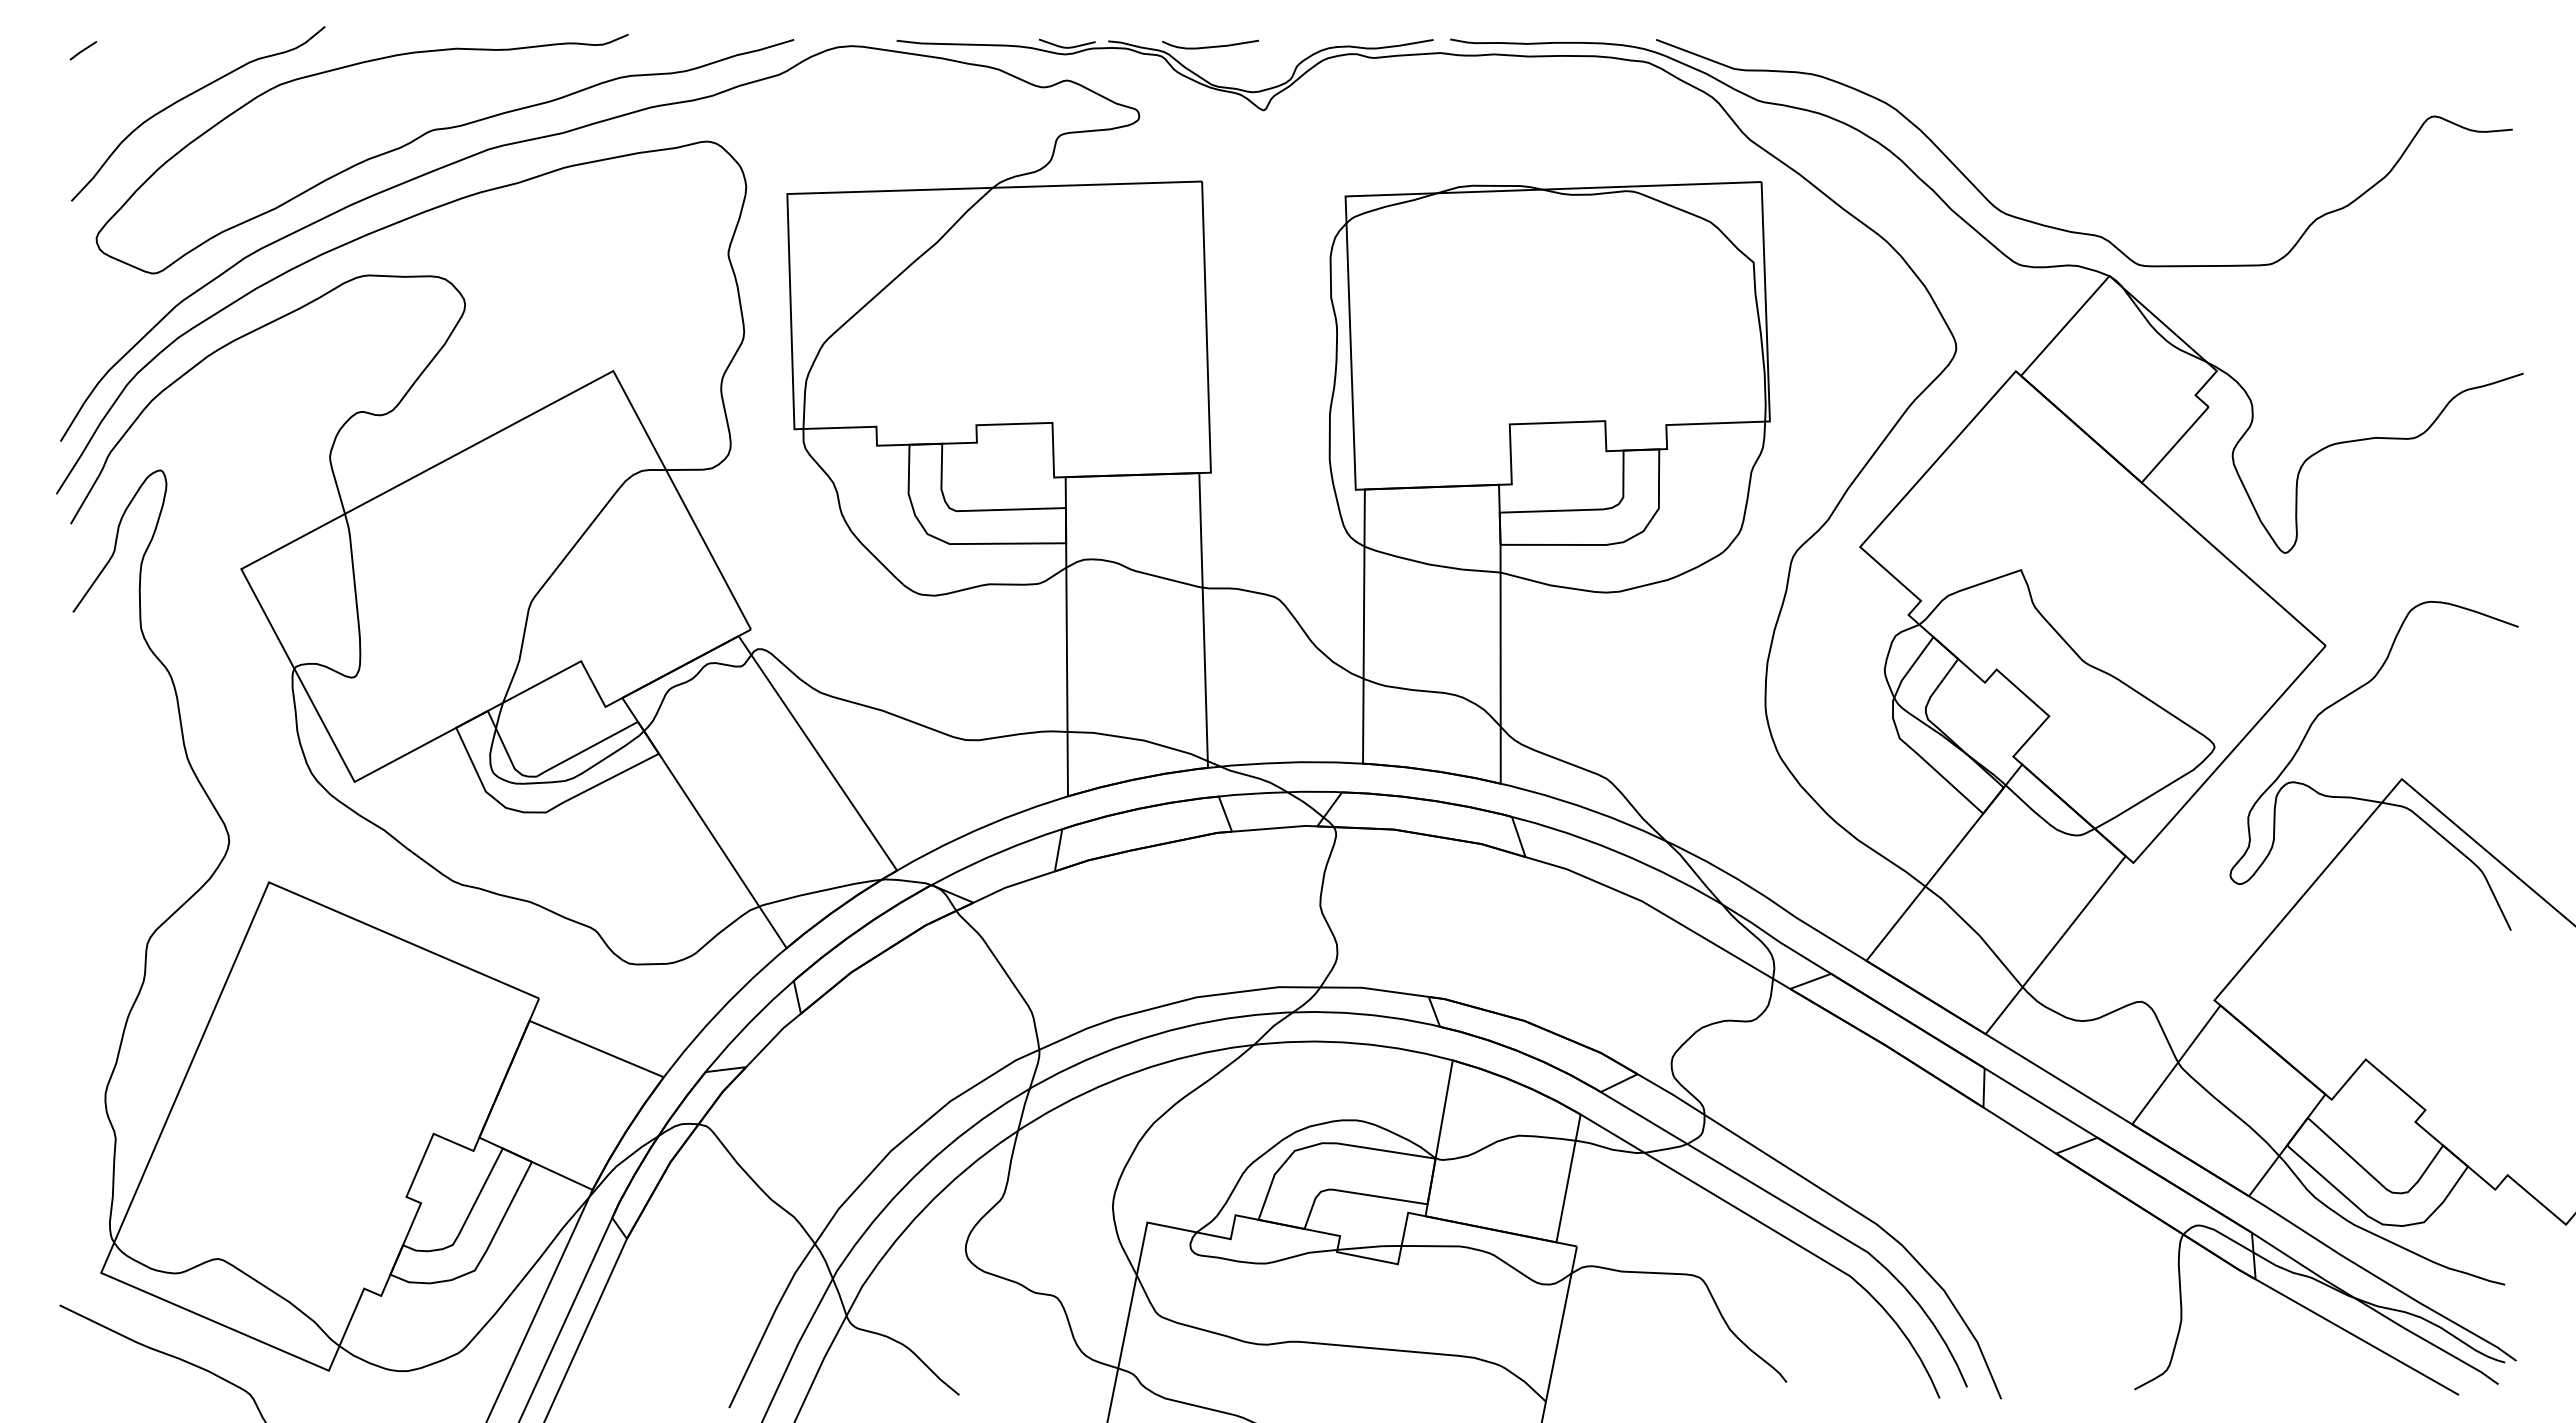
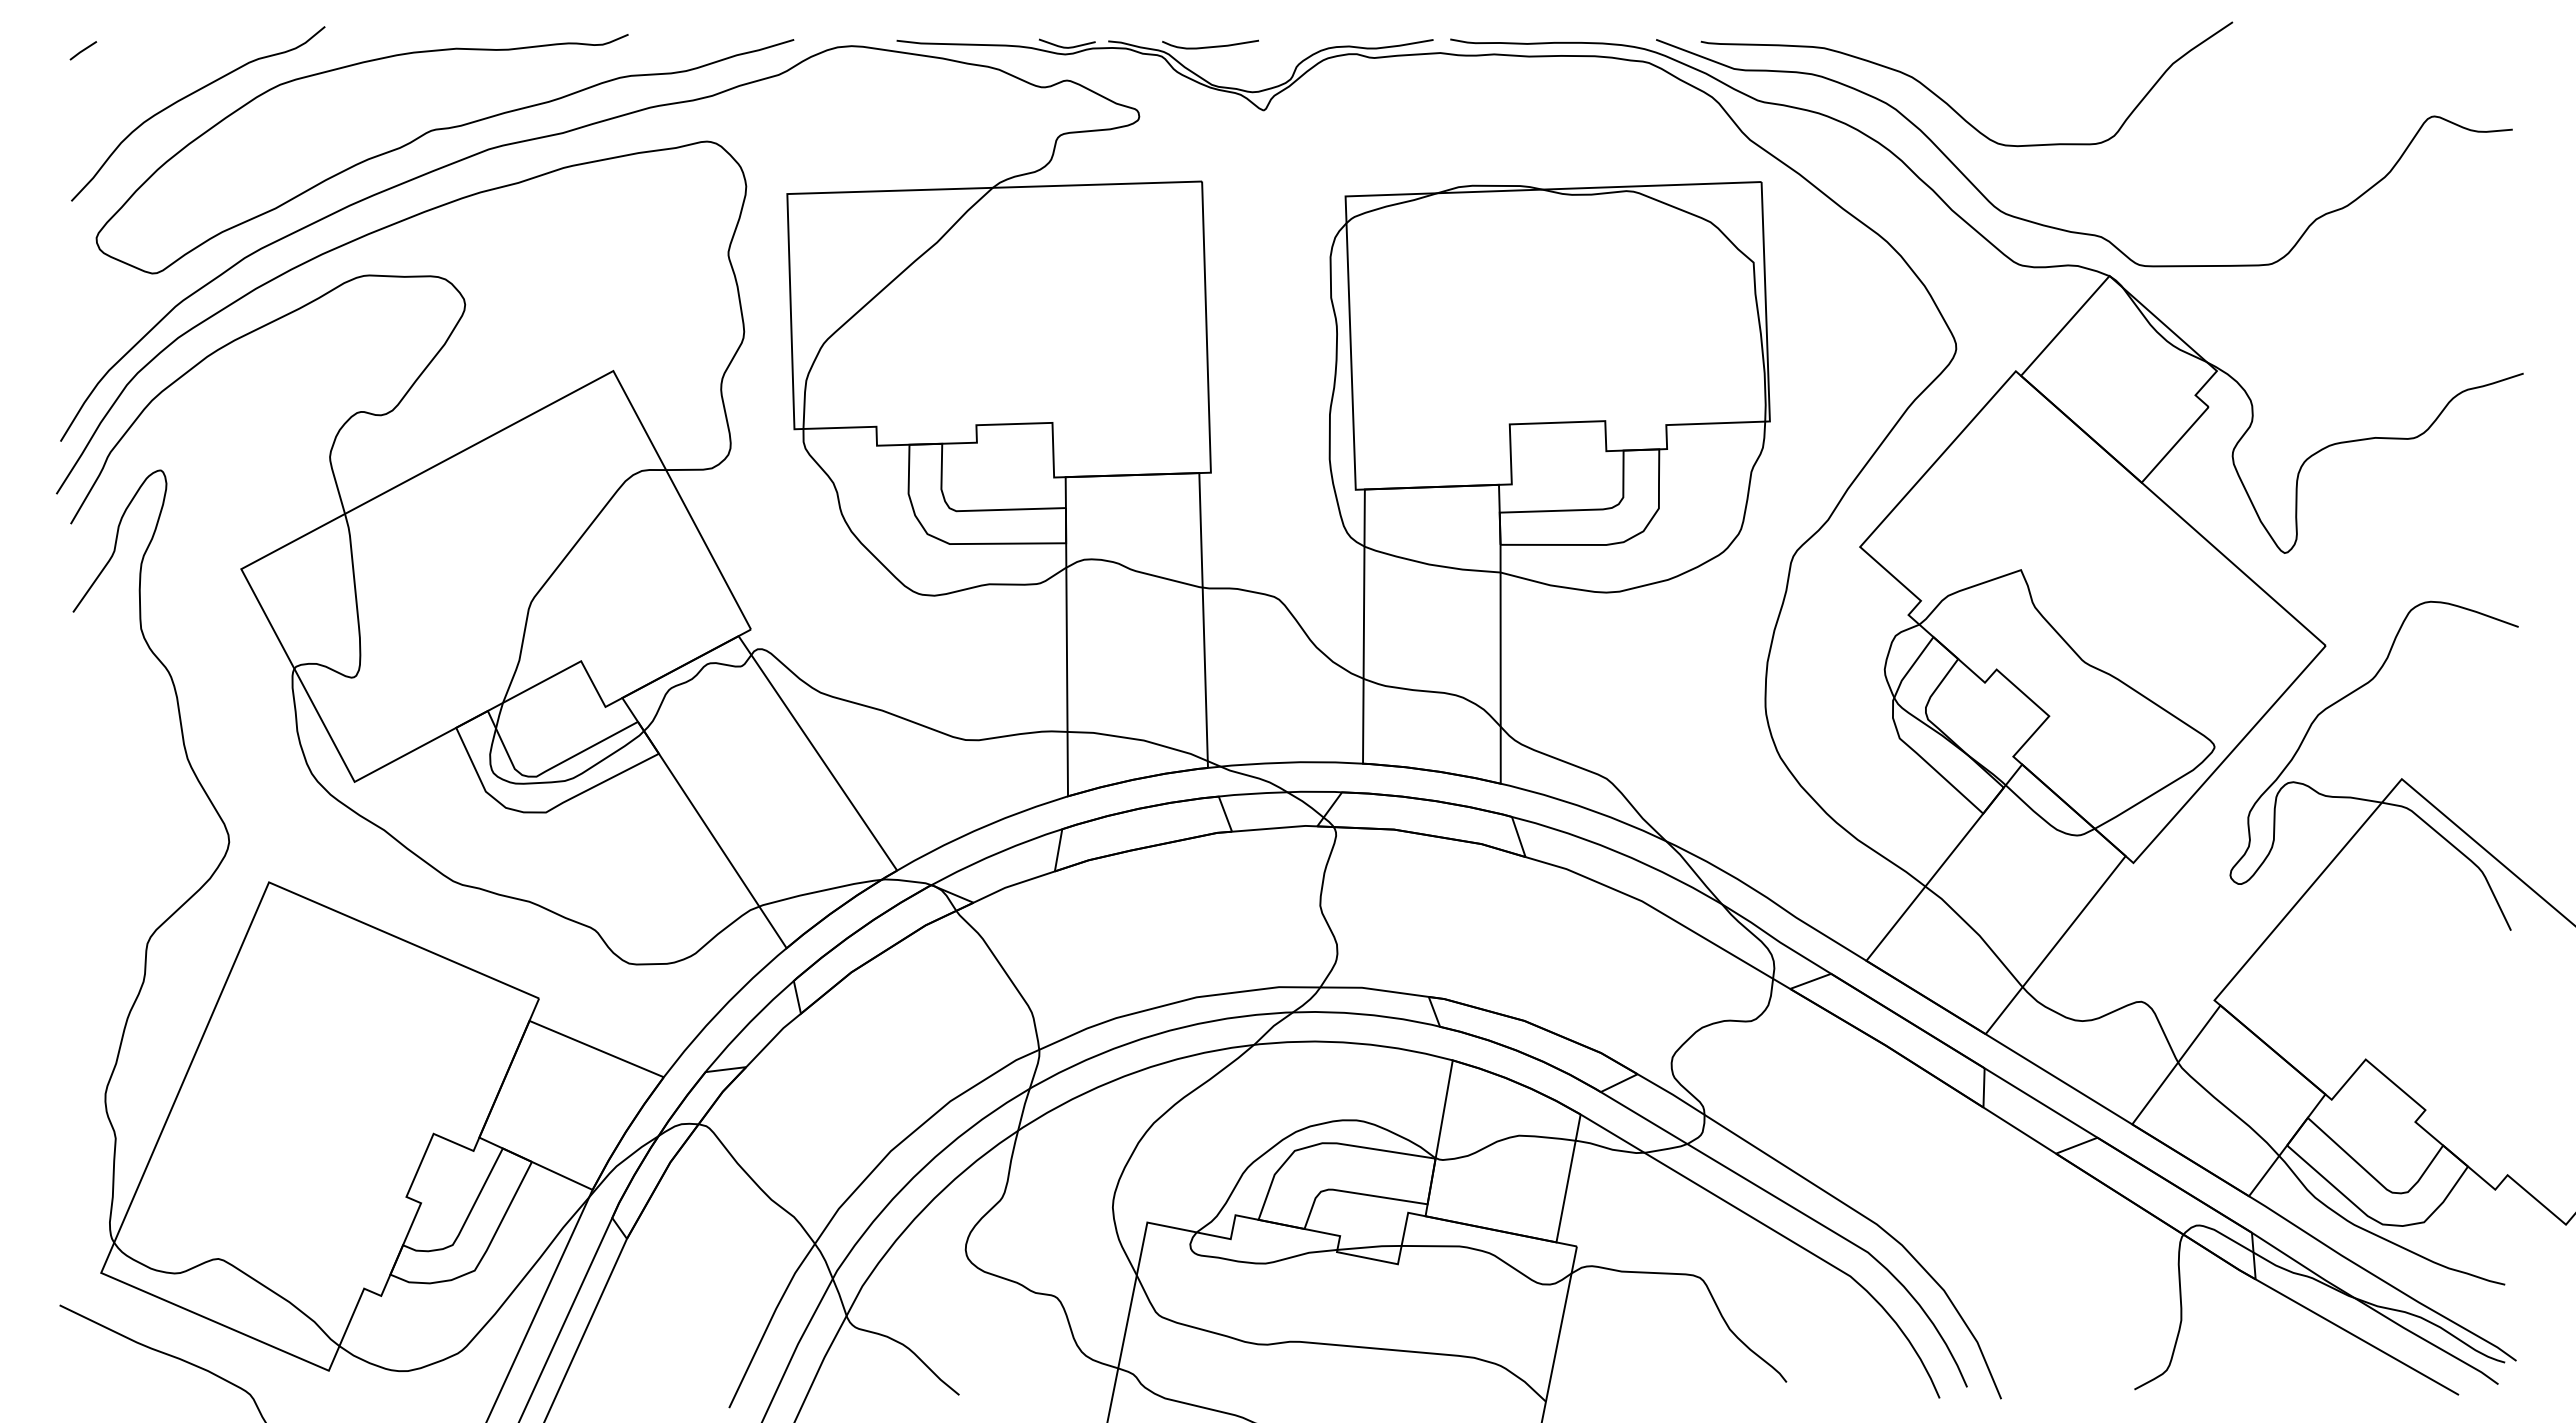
curve at (1948, 103): none -> present
